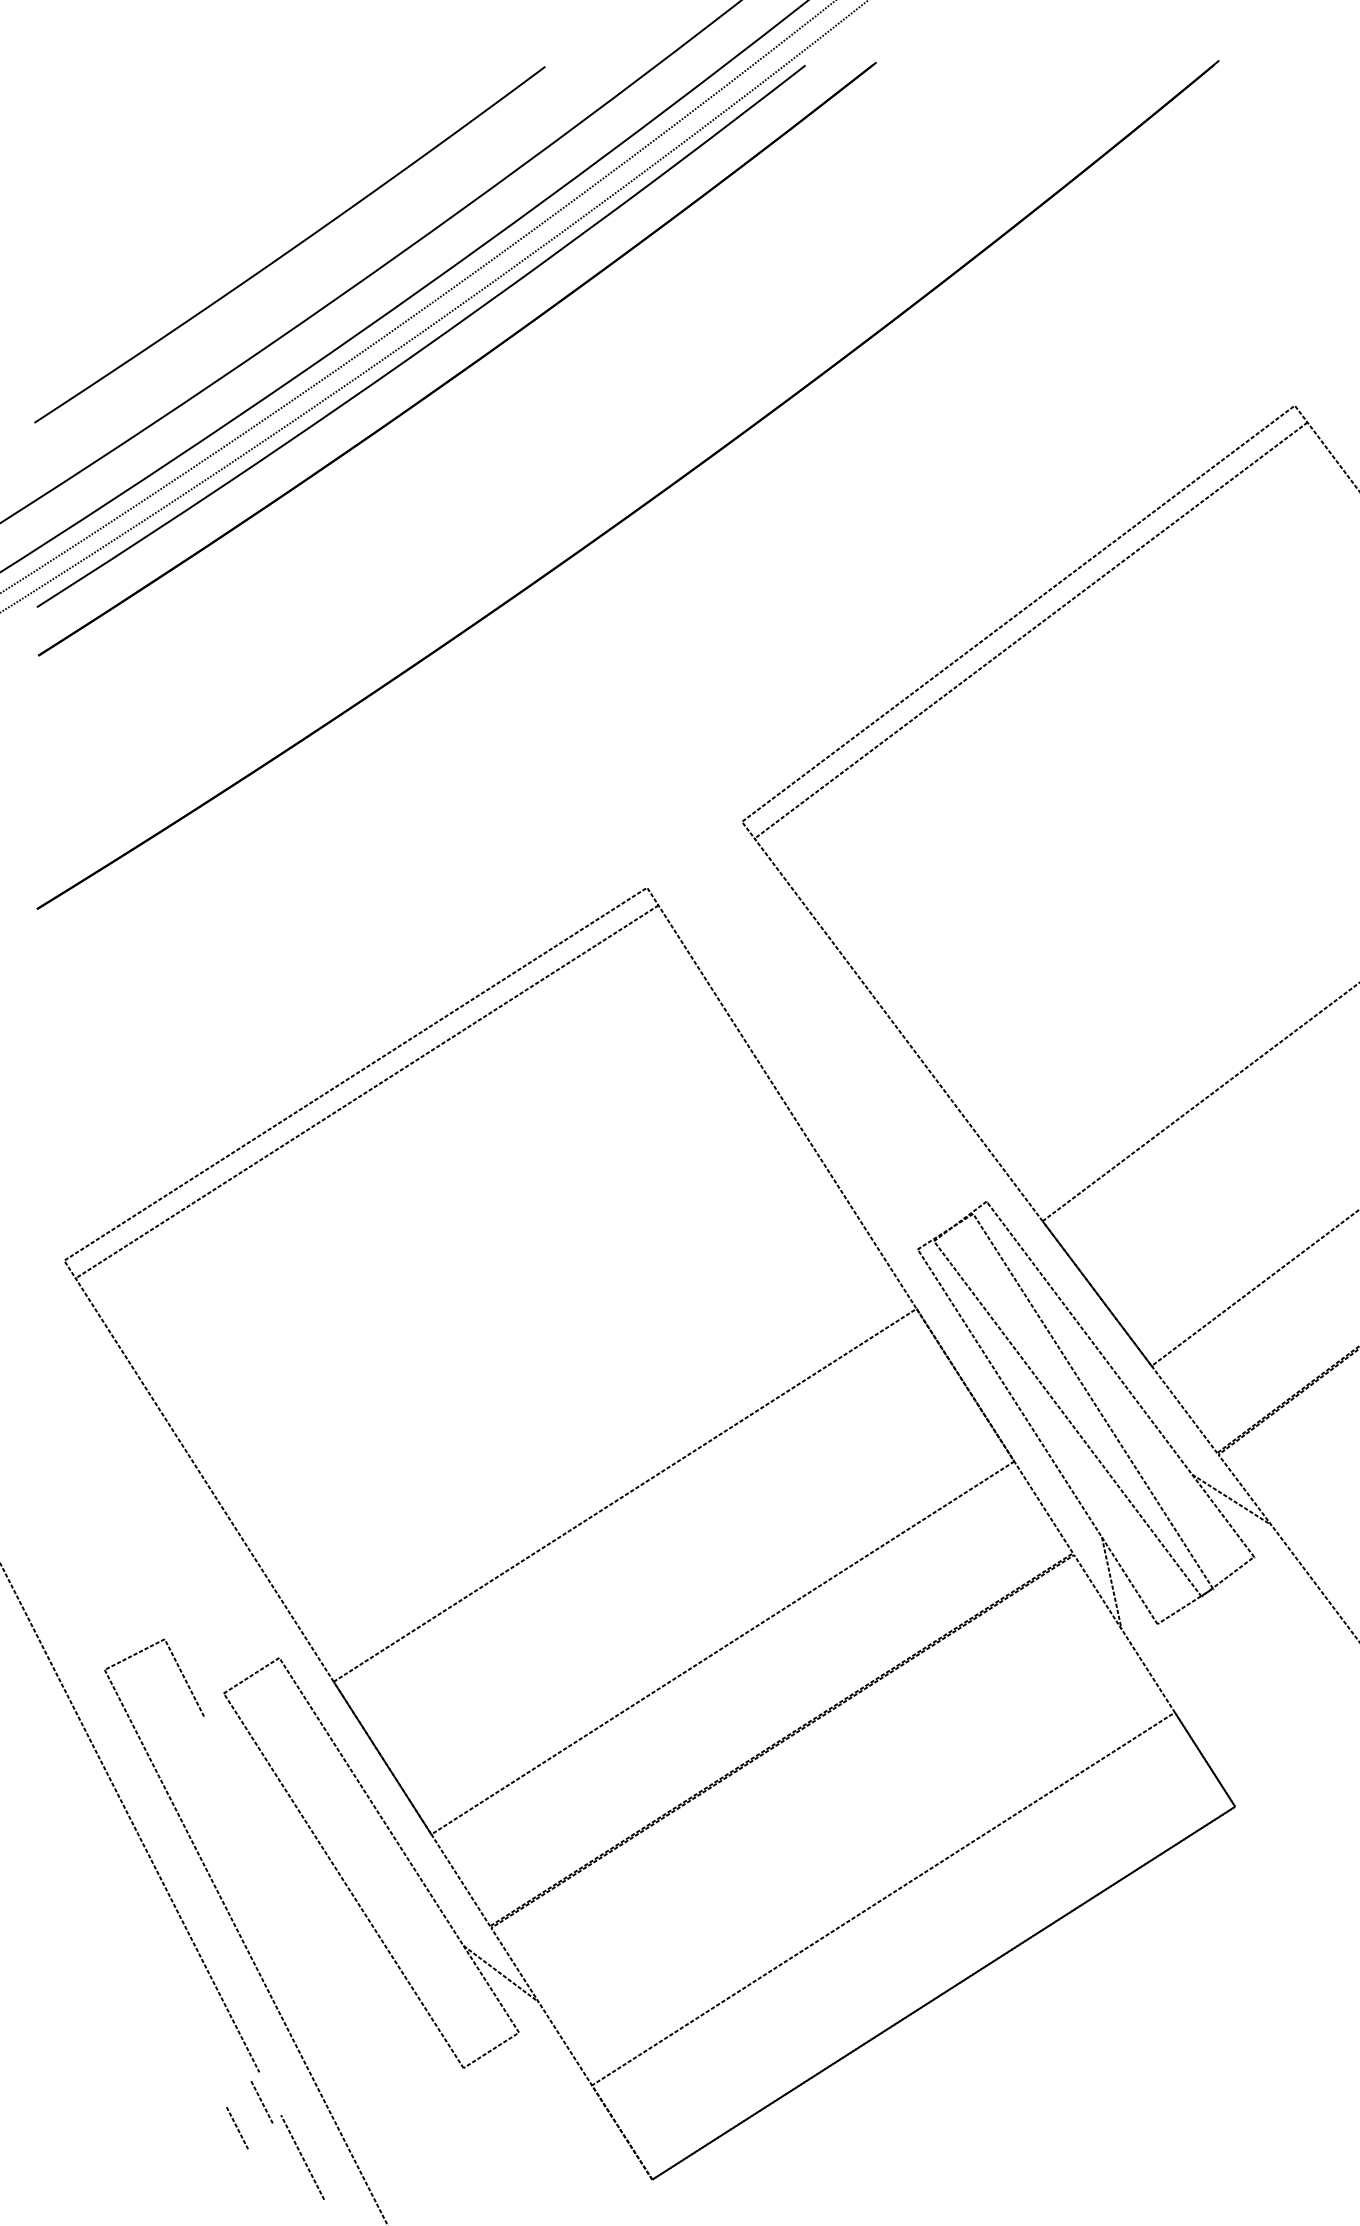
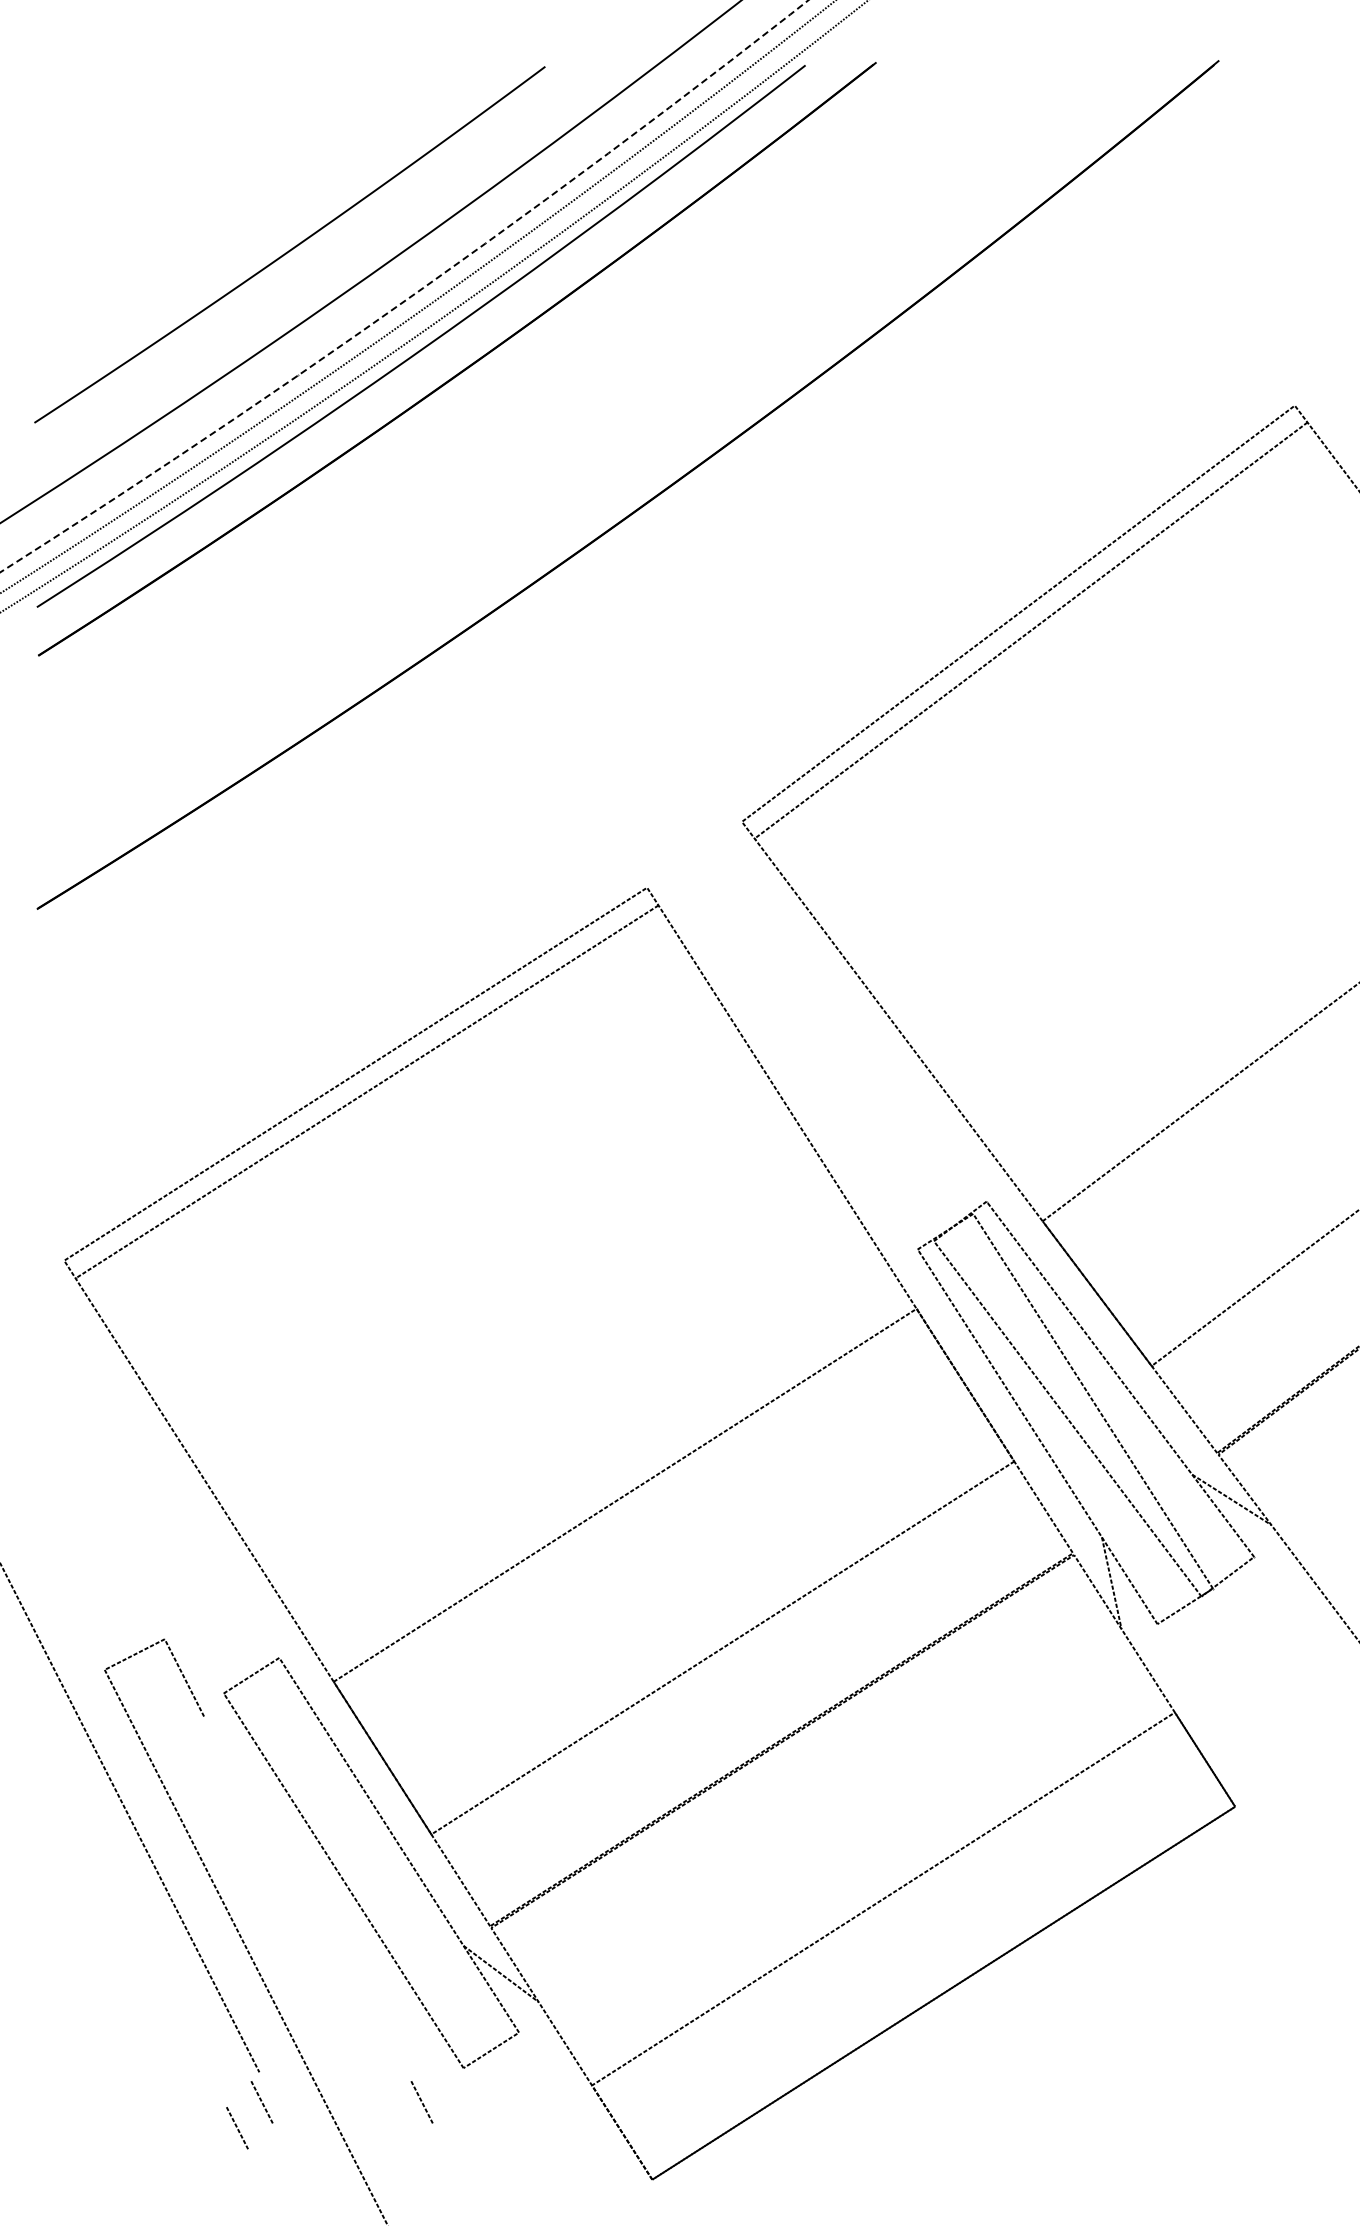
line at (411, 296): solid -> dashed
line at (421, 2101): none -> present
line at (302, 2157): present -> none
